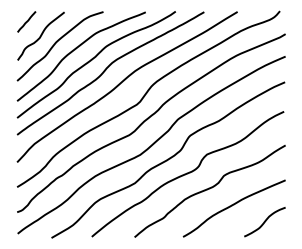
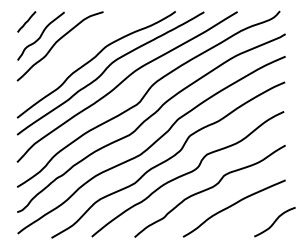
curve at (75, 50): present -> none
curve at (264, 222) position: (264, 222) -> (274, 222)
